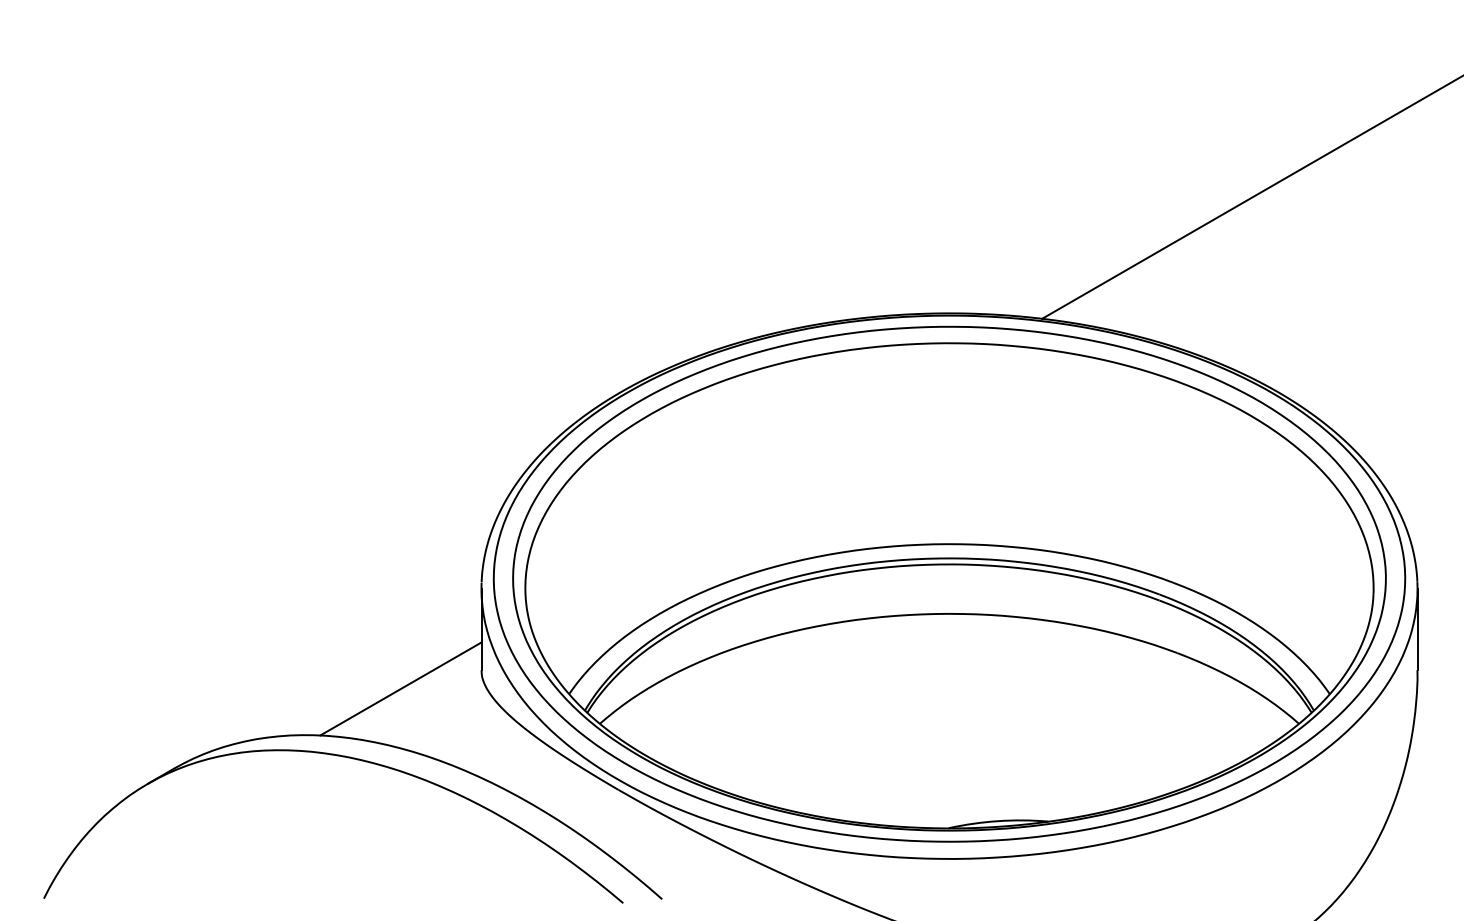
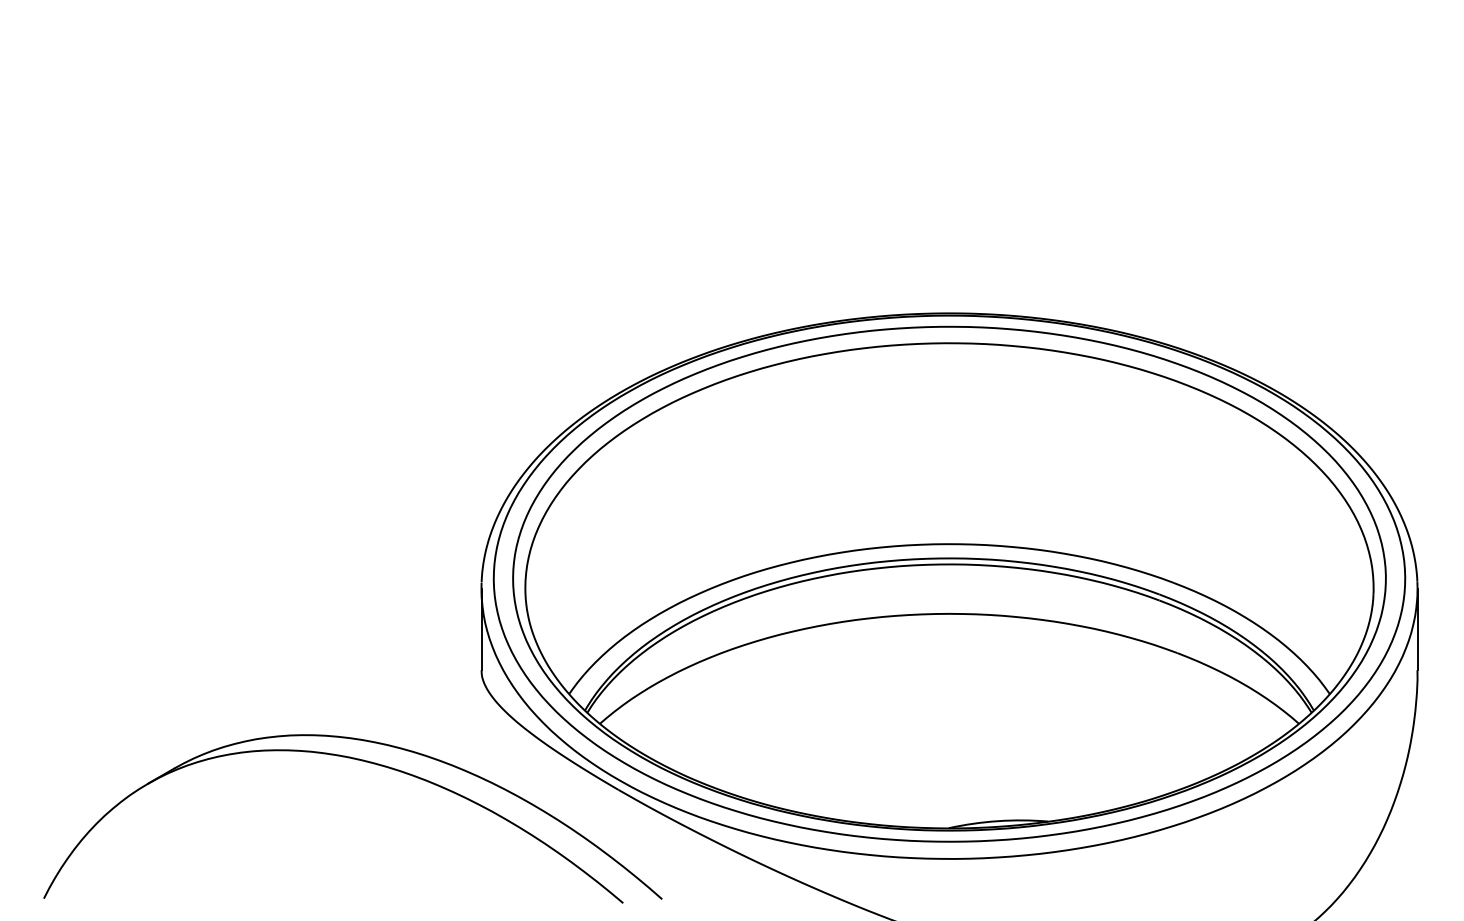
line at (1251, 197): present -> none
line at (400, 688): present -> none
